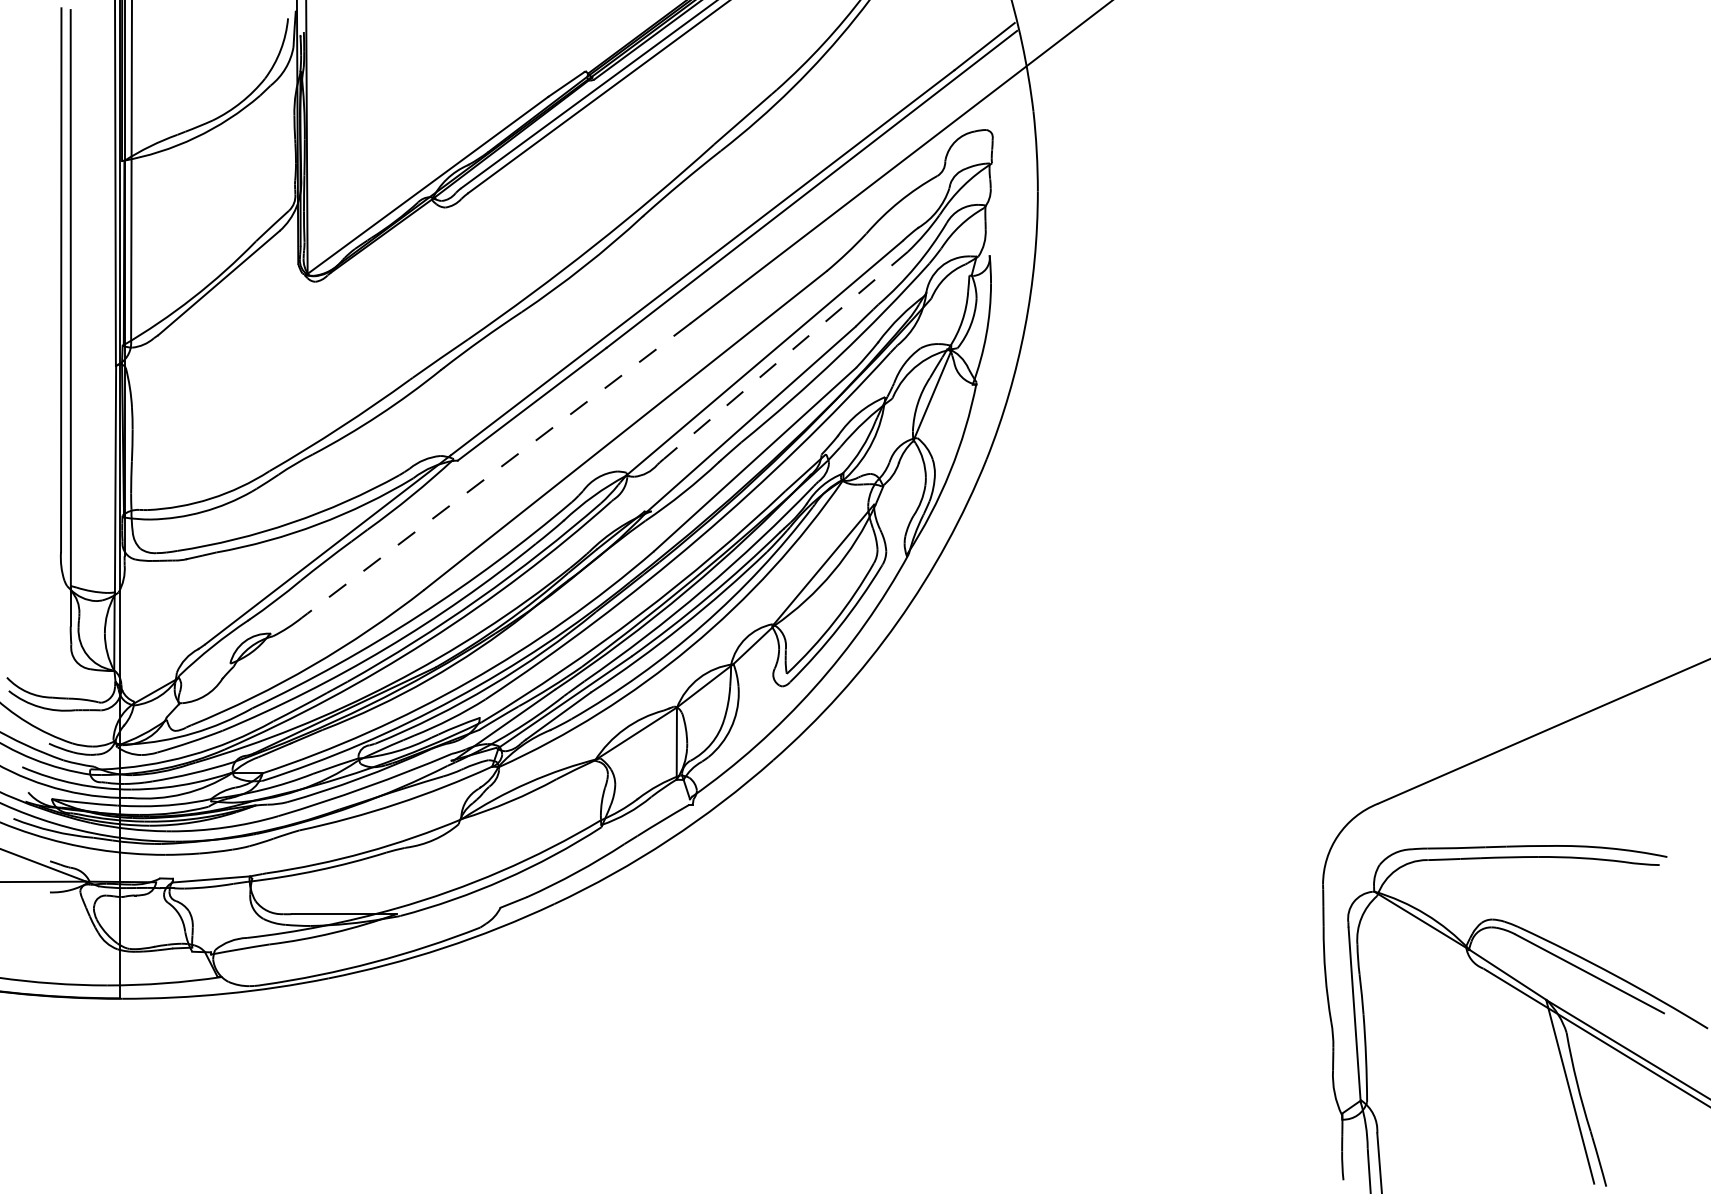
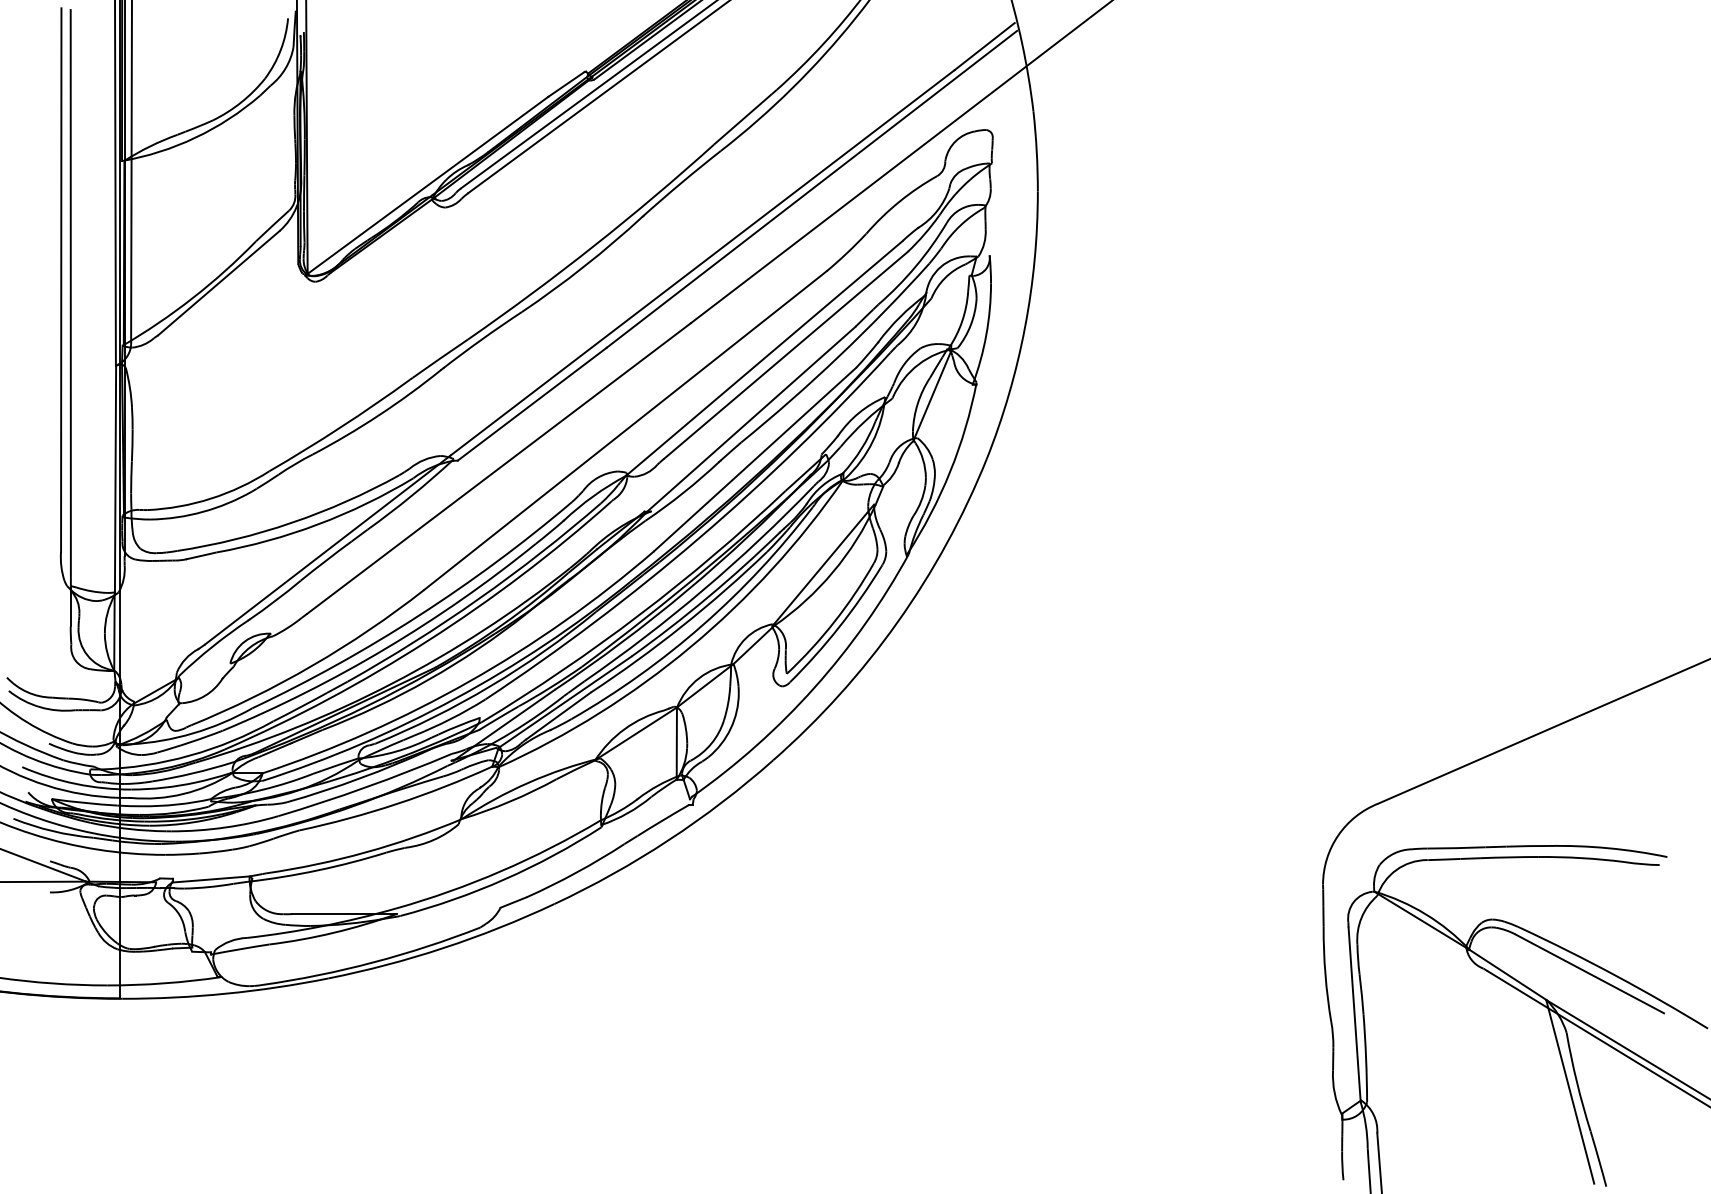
line at (785, 355): dashed -> solid
line at (498, 468): dashed -> solid
